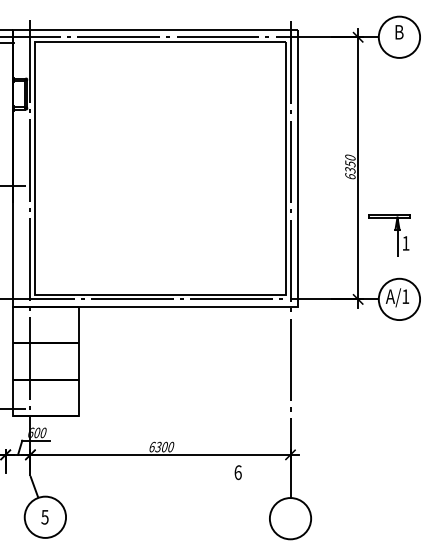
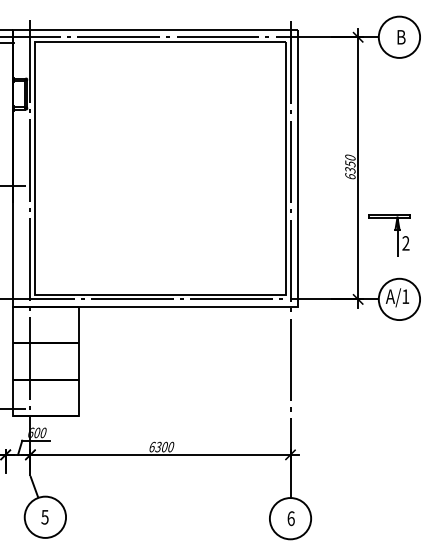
text at (399, 32) position: (399, 32) -> (401, 37)
text at (405, 243): 1 -> 2
text at (237, 472) position: (237, 472) -> (290, 518)
